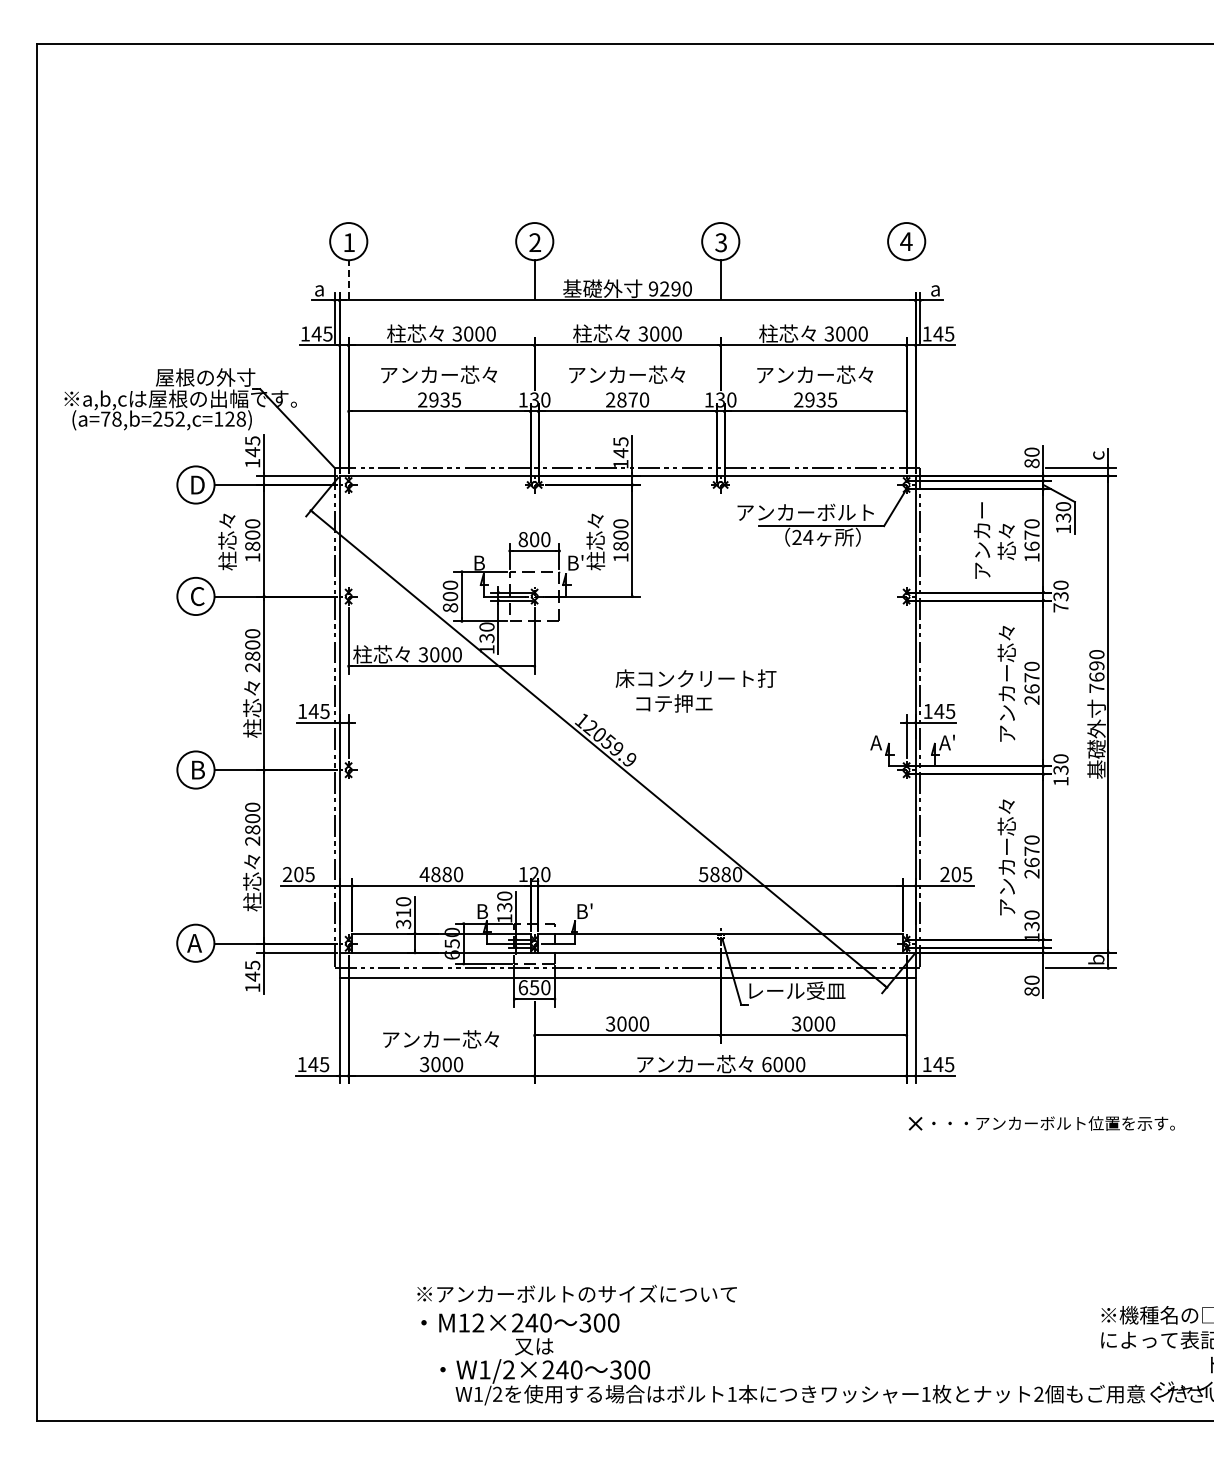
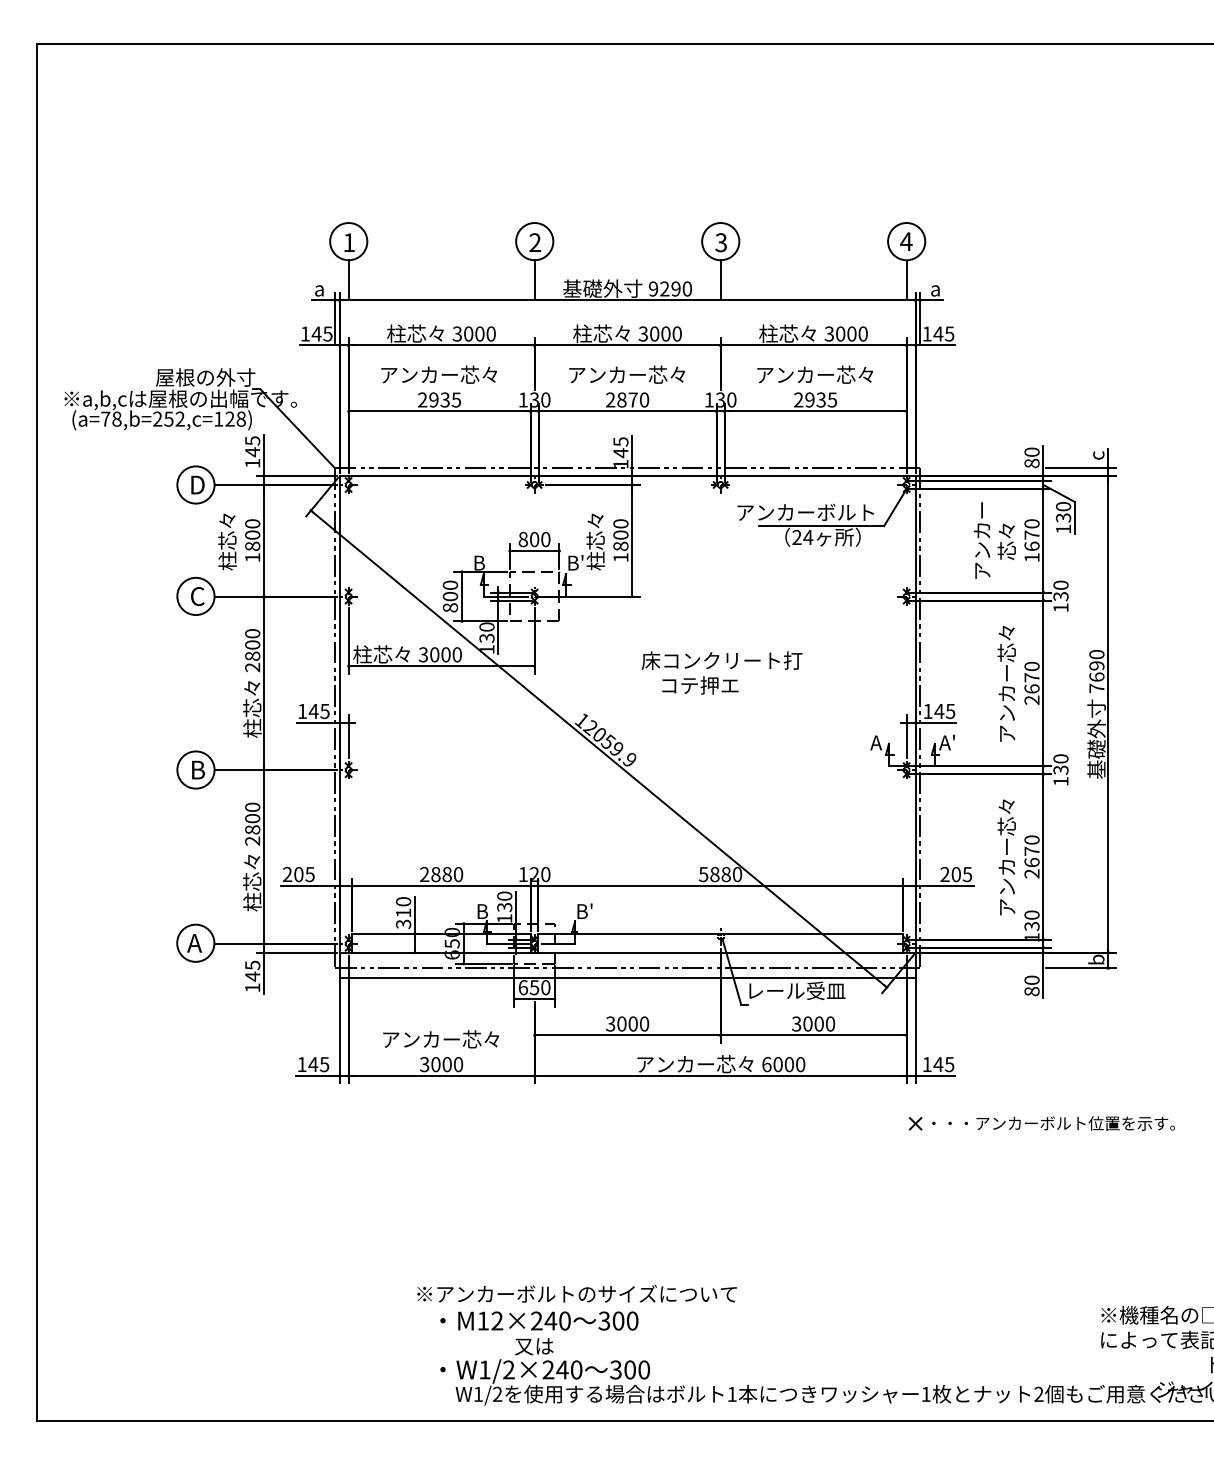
line at (348, 278): dashed -> solid
line at (906, 279): none -> present
text at (1060, 607): 730 -> 130
text at (695, 690) position: (695, 690) -> (721, 672)
text at (424, 873): 4880 -> 2880
text at (520, 1322) position: (520, 1322) -> (539, 1320)
